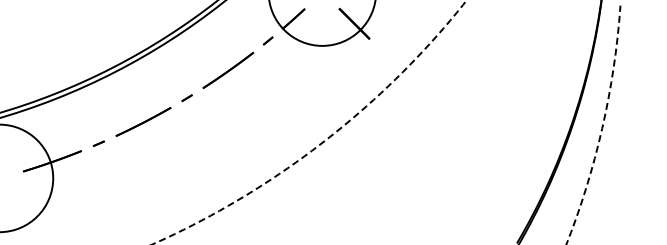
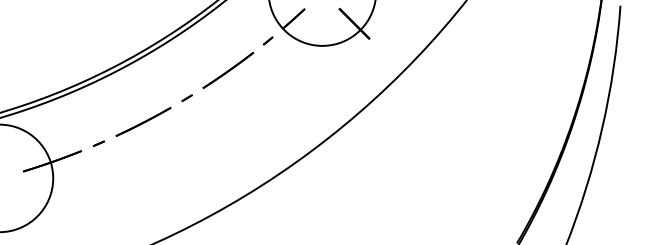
circle at (308, 122): dashed -> solid
arc at (602, 127): dashed -> solid
